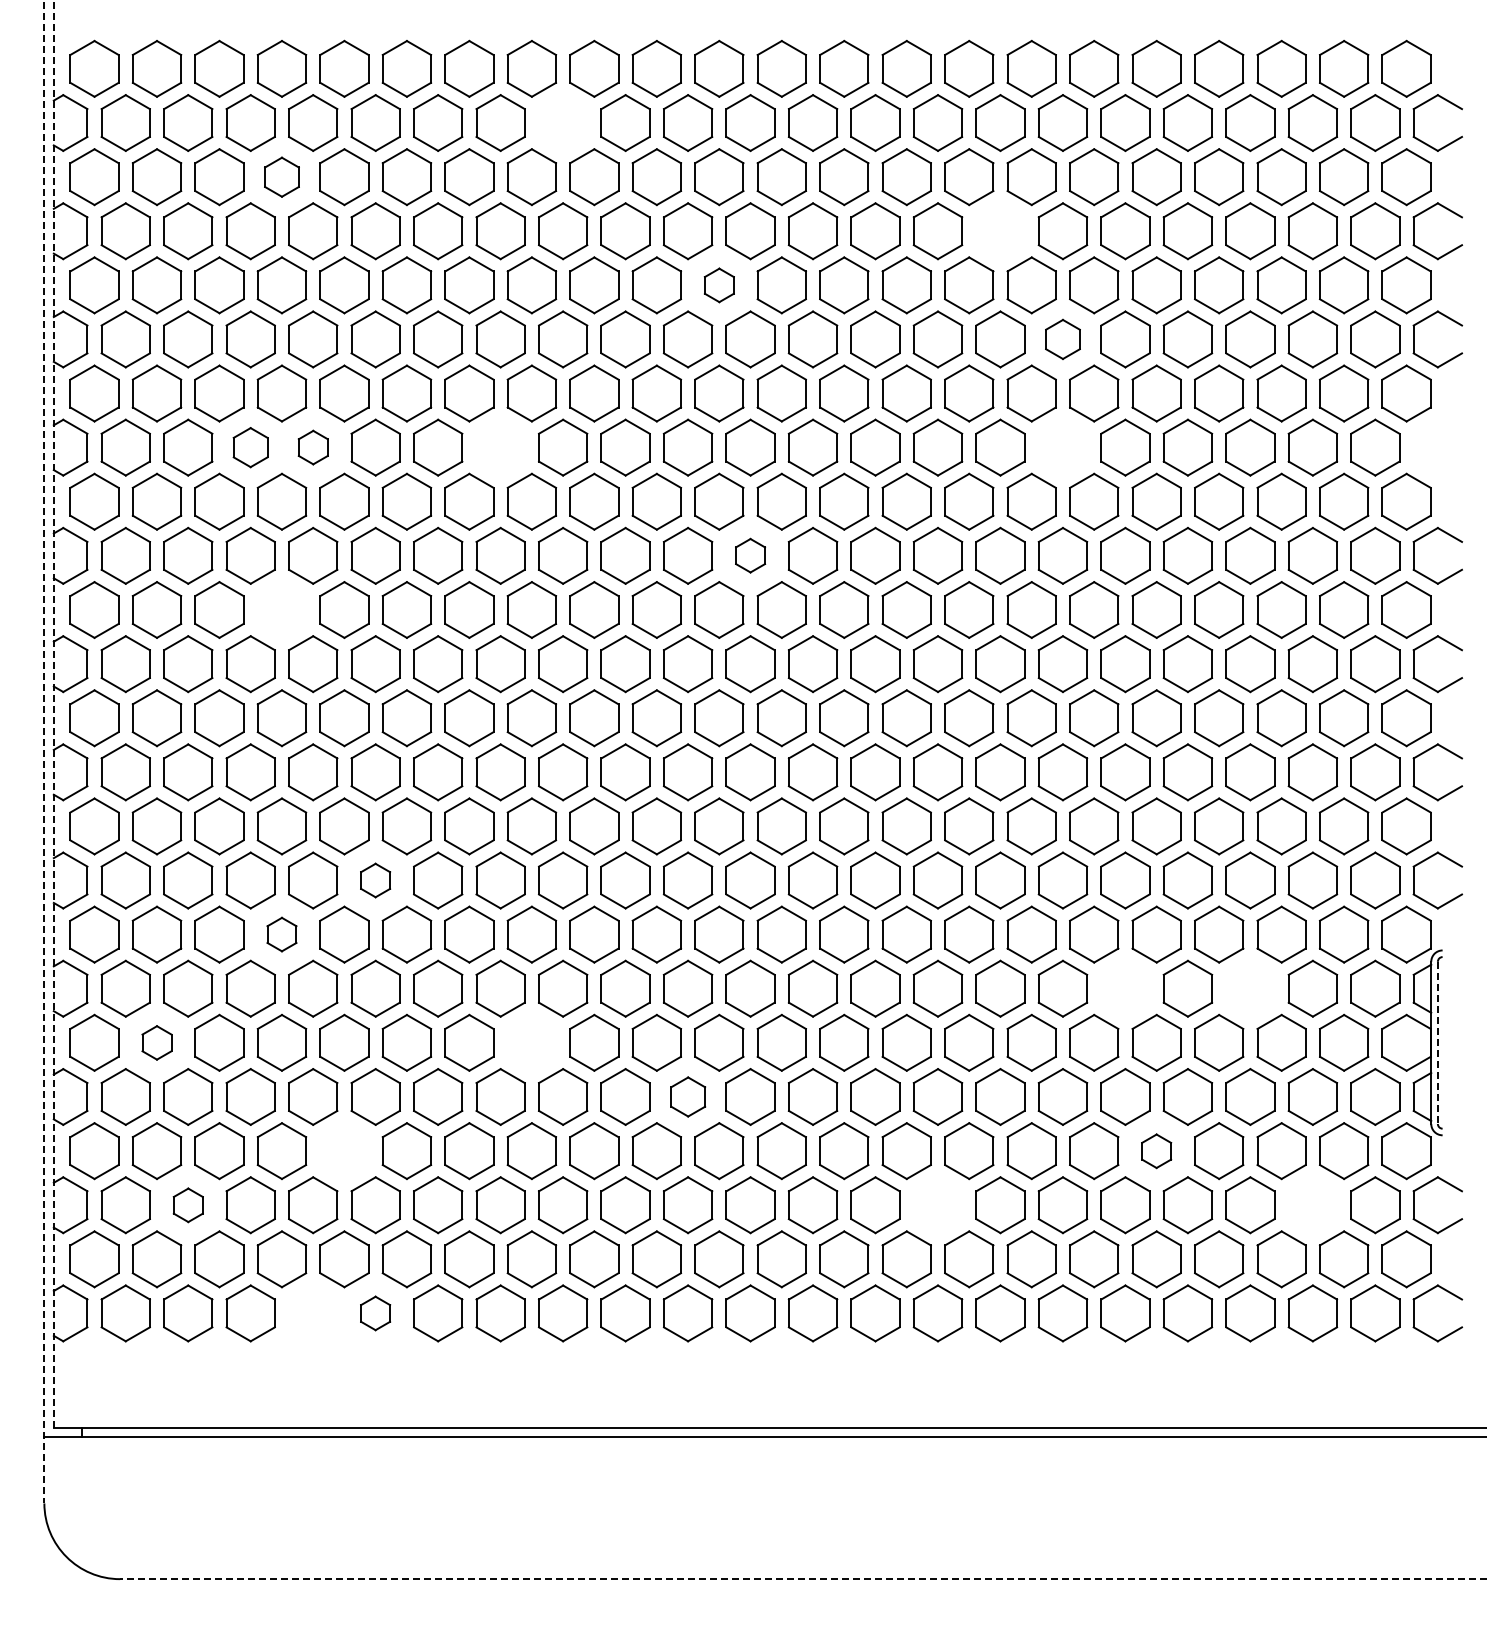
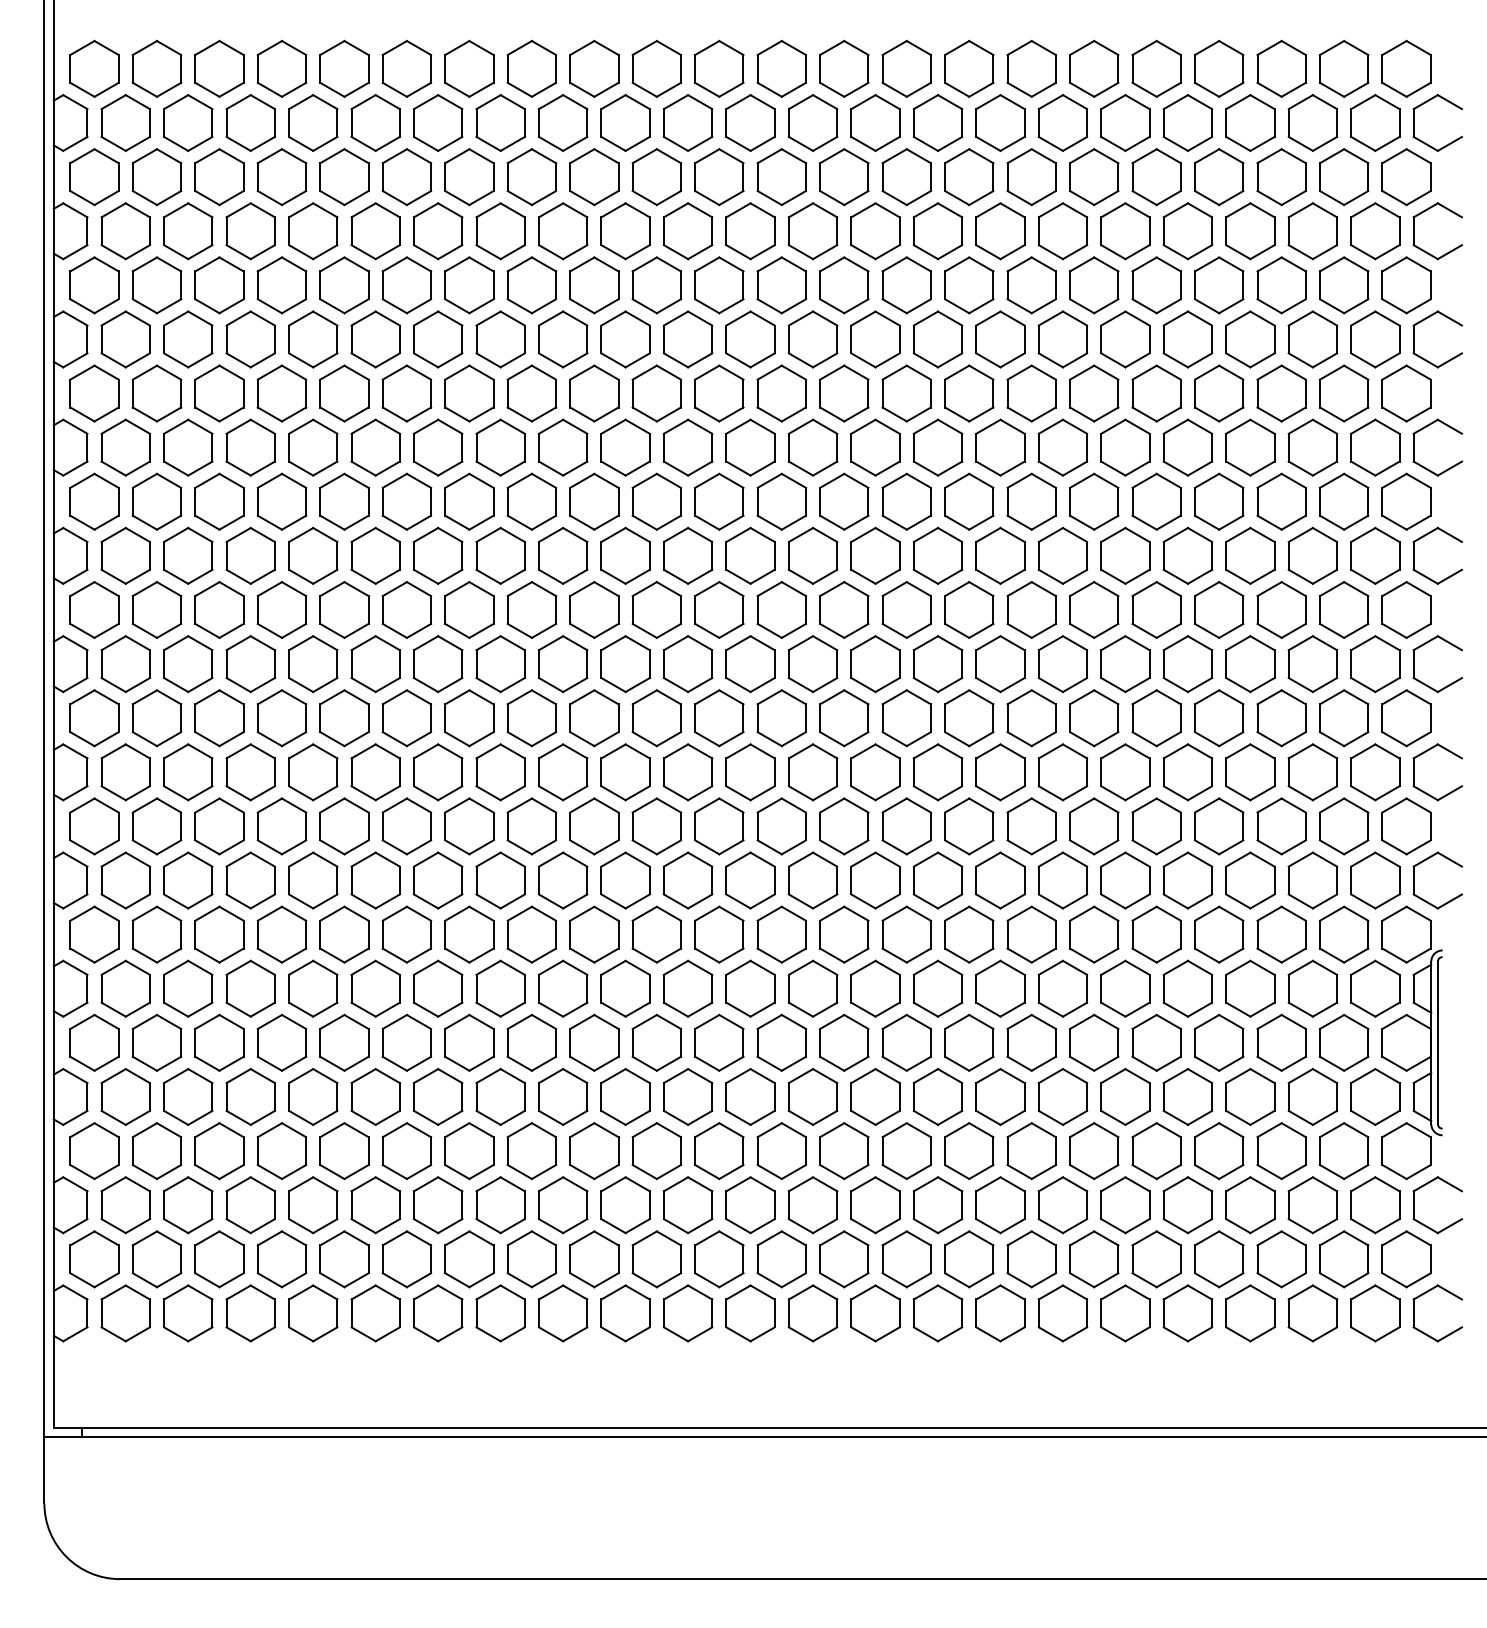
part at (563, 122): none -> present
part at (281, 176) size: 36x42 px -> 52x59 px
part at (1000, 231): none -> present
part at (718, 285) size: 32x37 px -> 51x59 px
part at (1062, 338) size: 36x42 px -> 52x59 px
part at (1423, 429): none -> present
part at (250, 447) size: 37x42 px -> 51x59 px
part at (312, 447) size: 32x37 px -> 51x59 px
part at (500, 447): none -> present
part at (1062, 447): none -> present
part at (750, 555) size: 32x37 px -> 51x59 px
part at (281, 609): none -> present
line at (53, 713): dashed -> solid
line at (44, 752): dashed -> solid
part at (375, 880) size: 32x37 px -> 51x59 px
part at (281, 934) size: 32x37 px -> 52x59 px
part at (1125, 988): none -> present
part at (1250, 988): none -> present
part at (156, 1042) size: 32x36 px -> 52x58 px
part at (531, 1042): none -> present
line at (1437, 1043): dashed -> solid
part at (688, 1096) size: 37x42 px -> 51x58 px
part at (344, 1151): none -> present
part at (1156, 1151) size: 32x37 px -> 51x59 px
part at (187, 1205) size: 32x37 px -> 51x59 px
part at (937, 1205): none -> present
part at (1312, 1205): none -> present
part at (313, 1313): none -> present
part at (375, 1313) size: 32x37 px -> 51x59 px
line at (803, 1579): dashed -> solid
